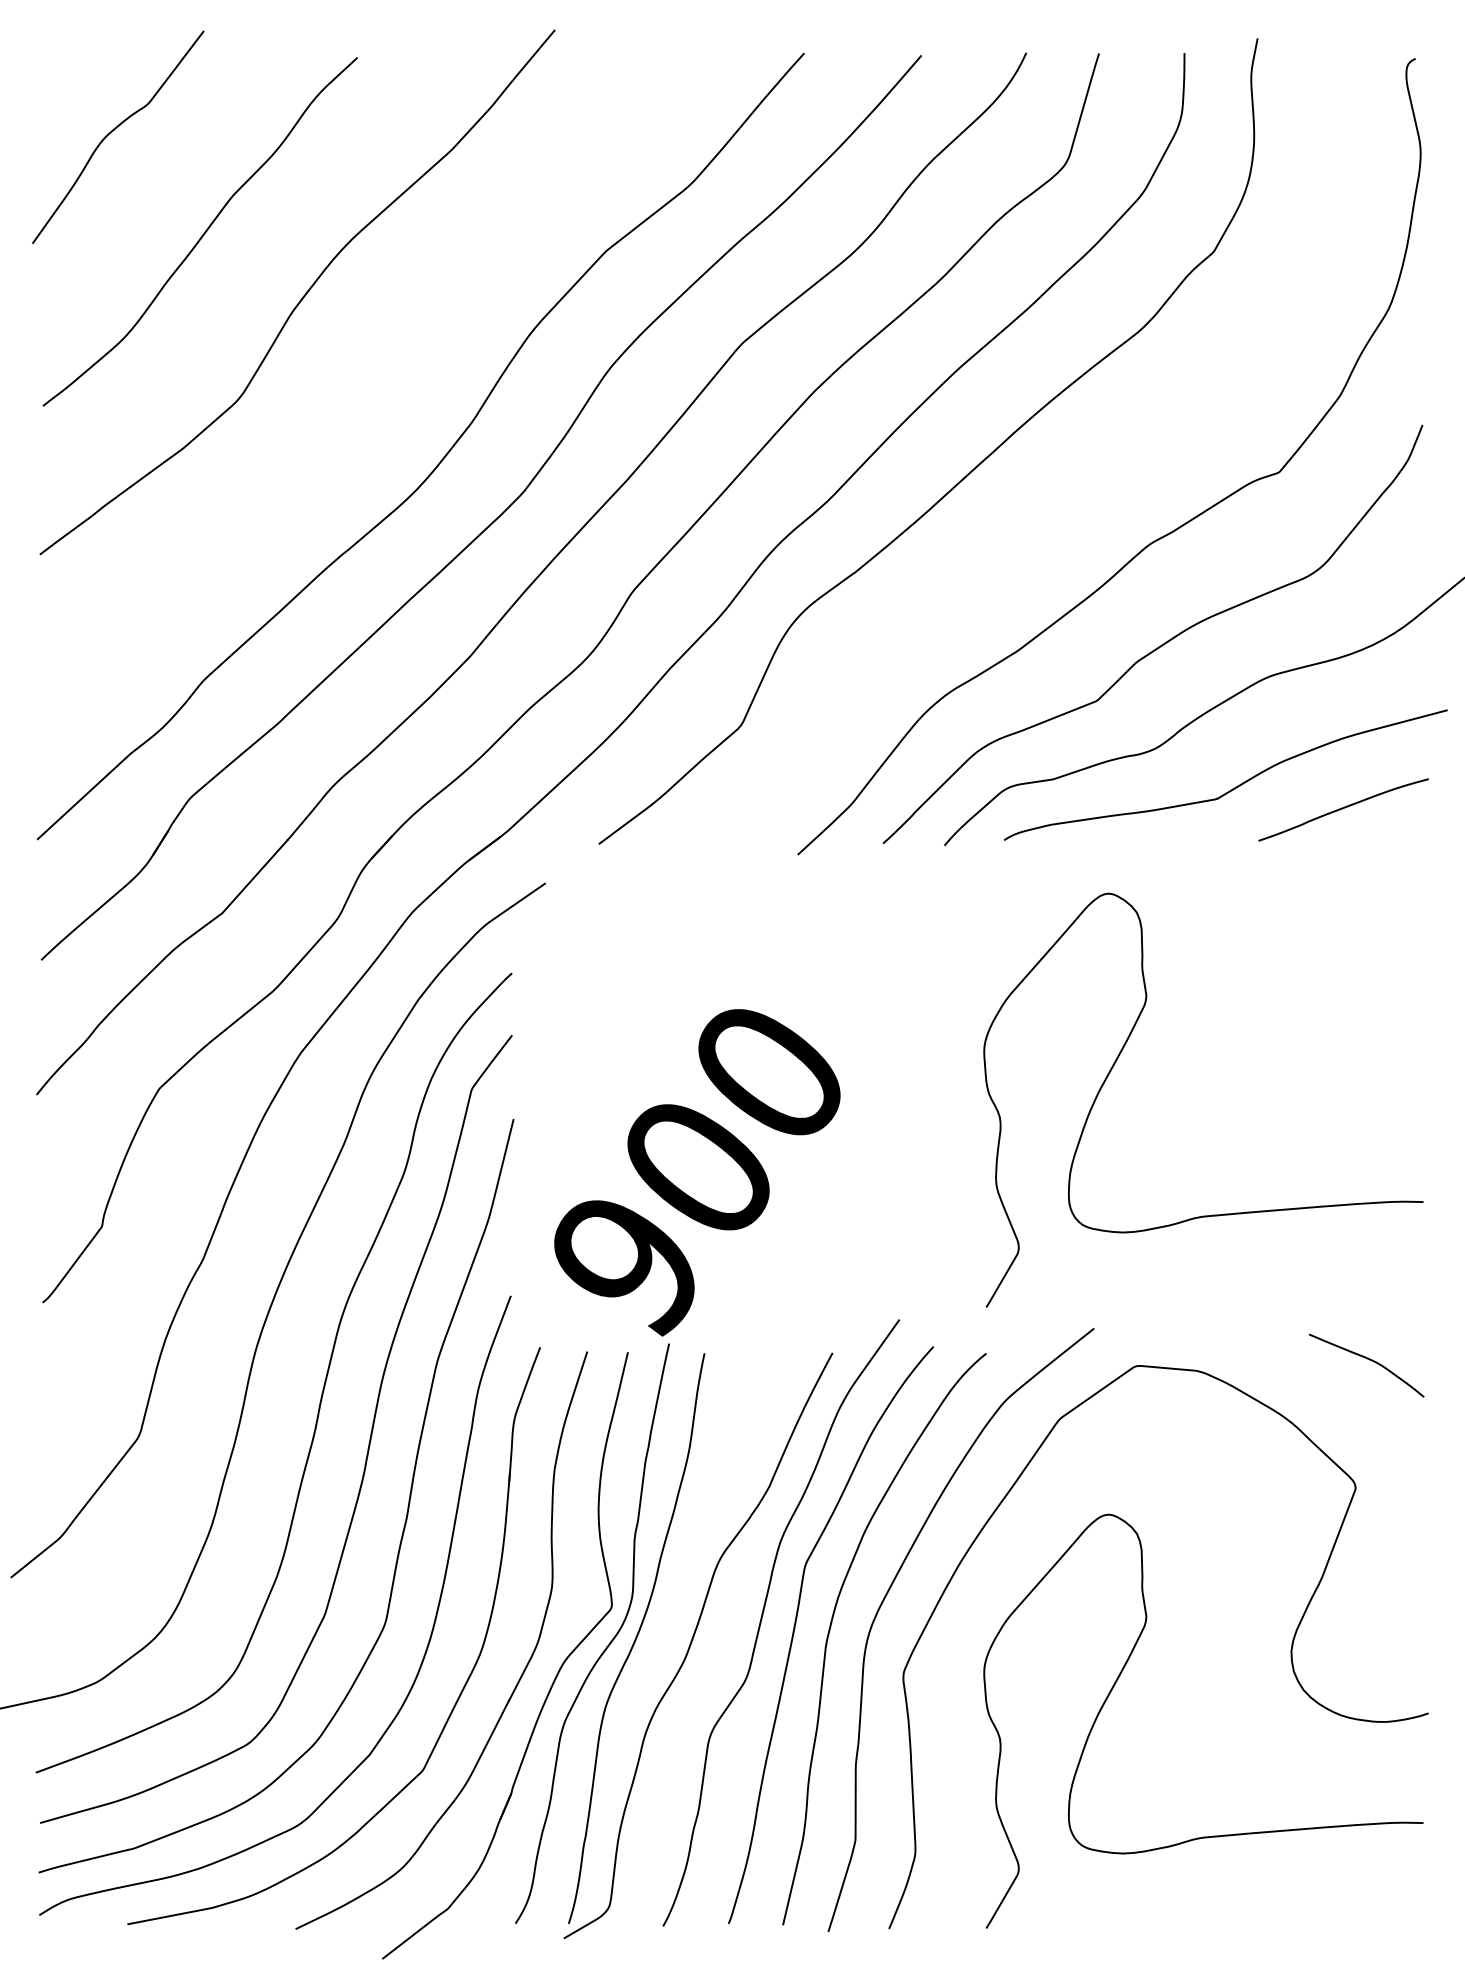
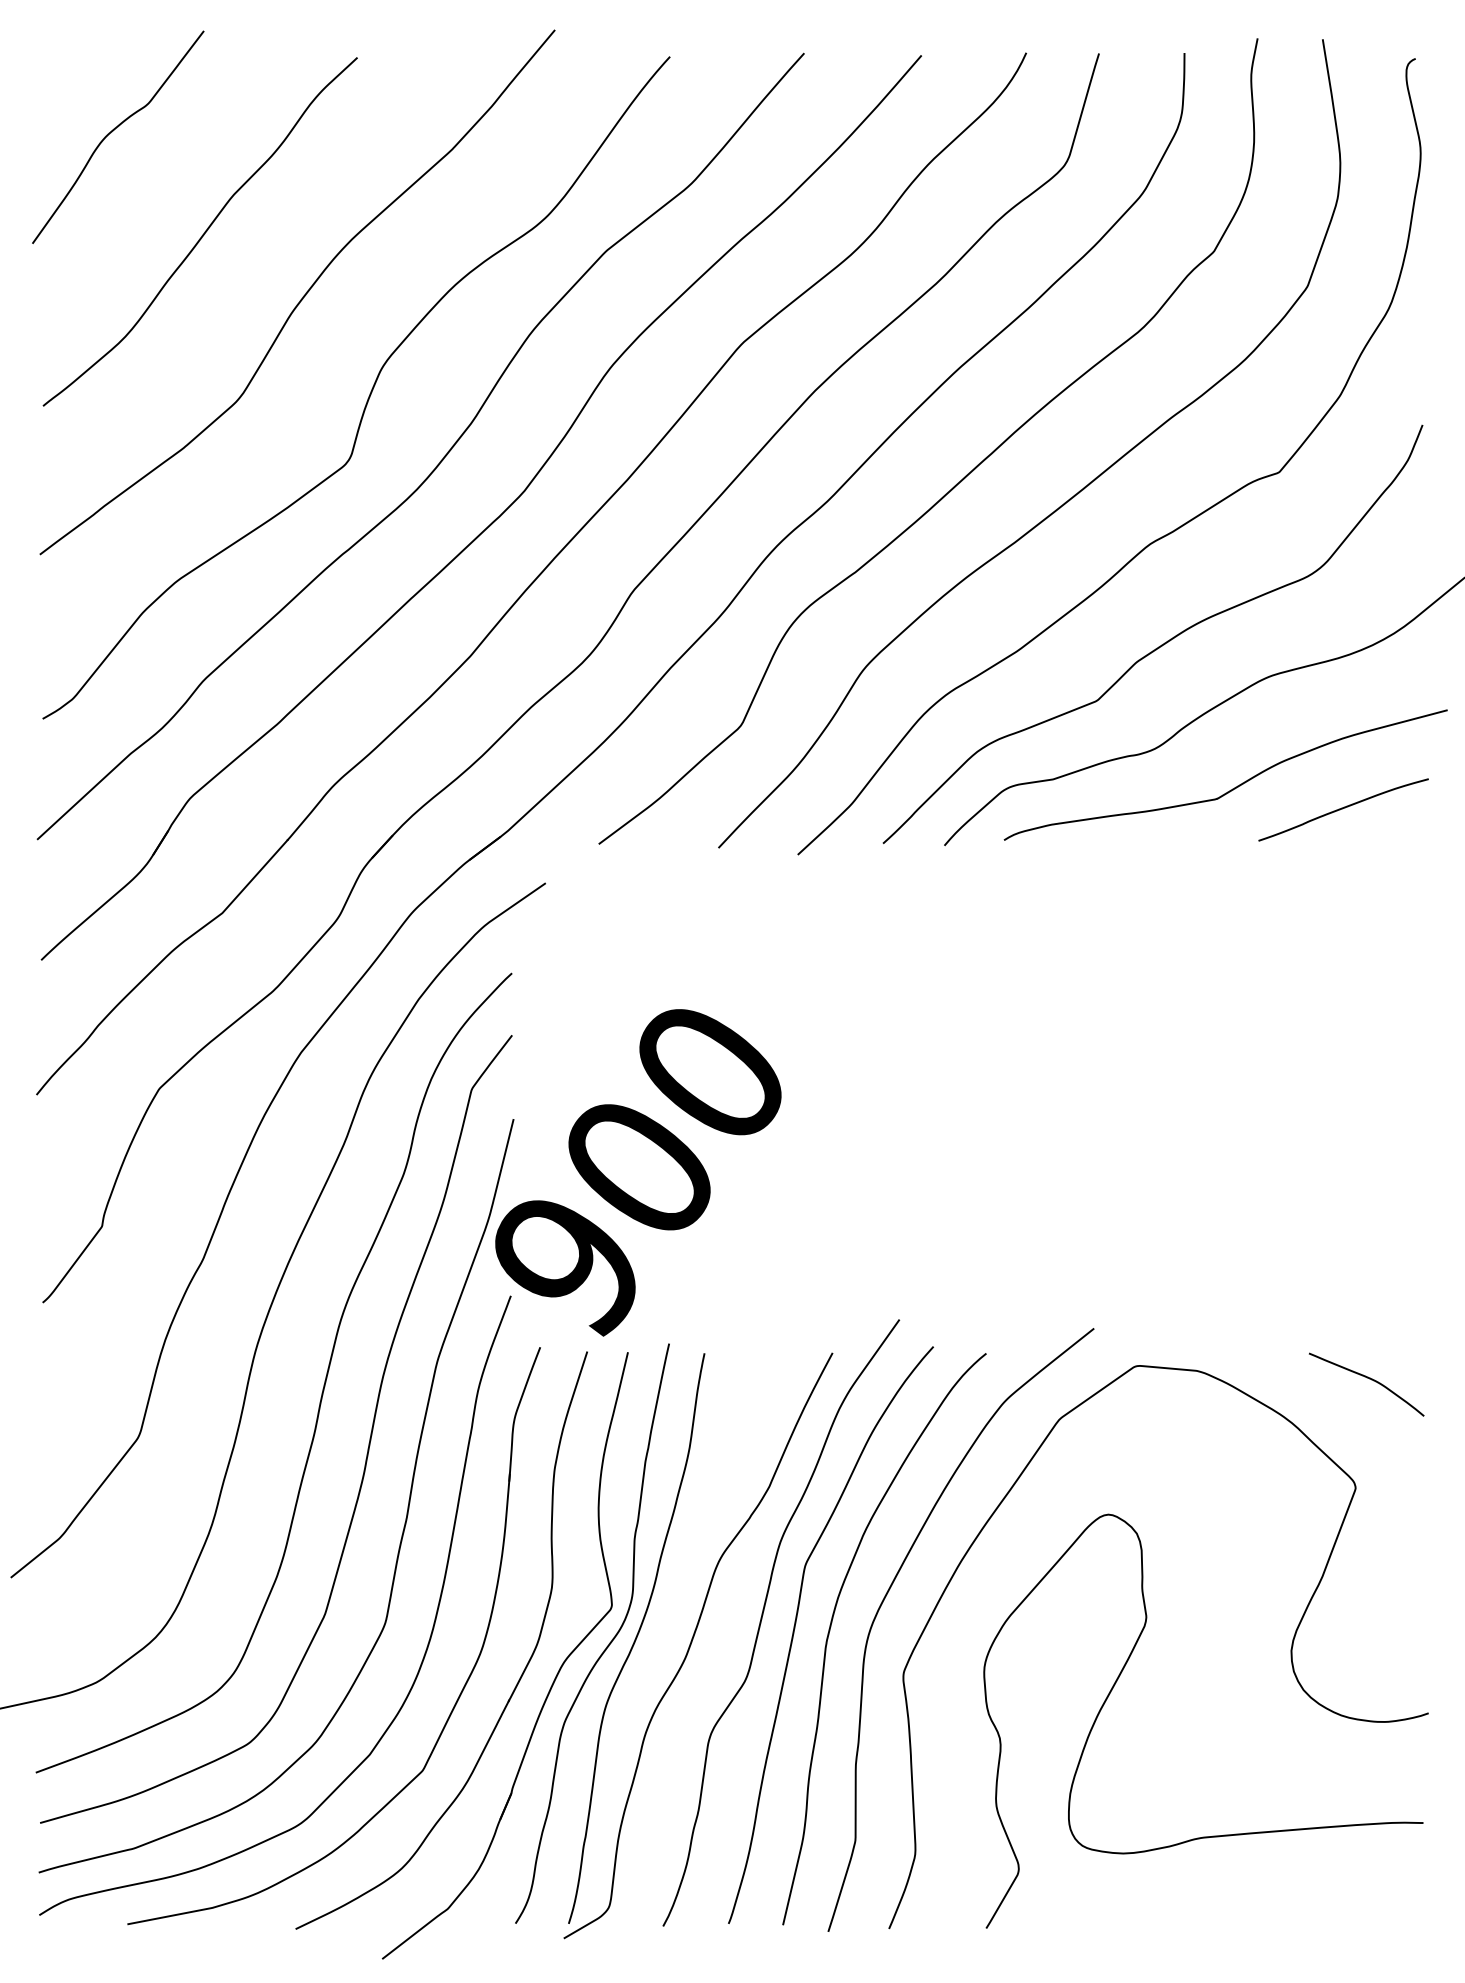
curve at (369, 393): none -> present
curve at (1070, 497): none -> present
curve at (1122, 1051): present -> none
text at (697, 1172) position: (697, 1172) -> (638, 1172)
curve at (1369, 1360) position: (1369, 1360) -> (1369, 1379)
